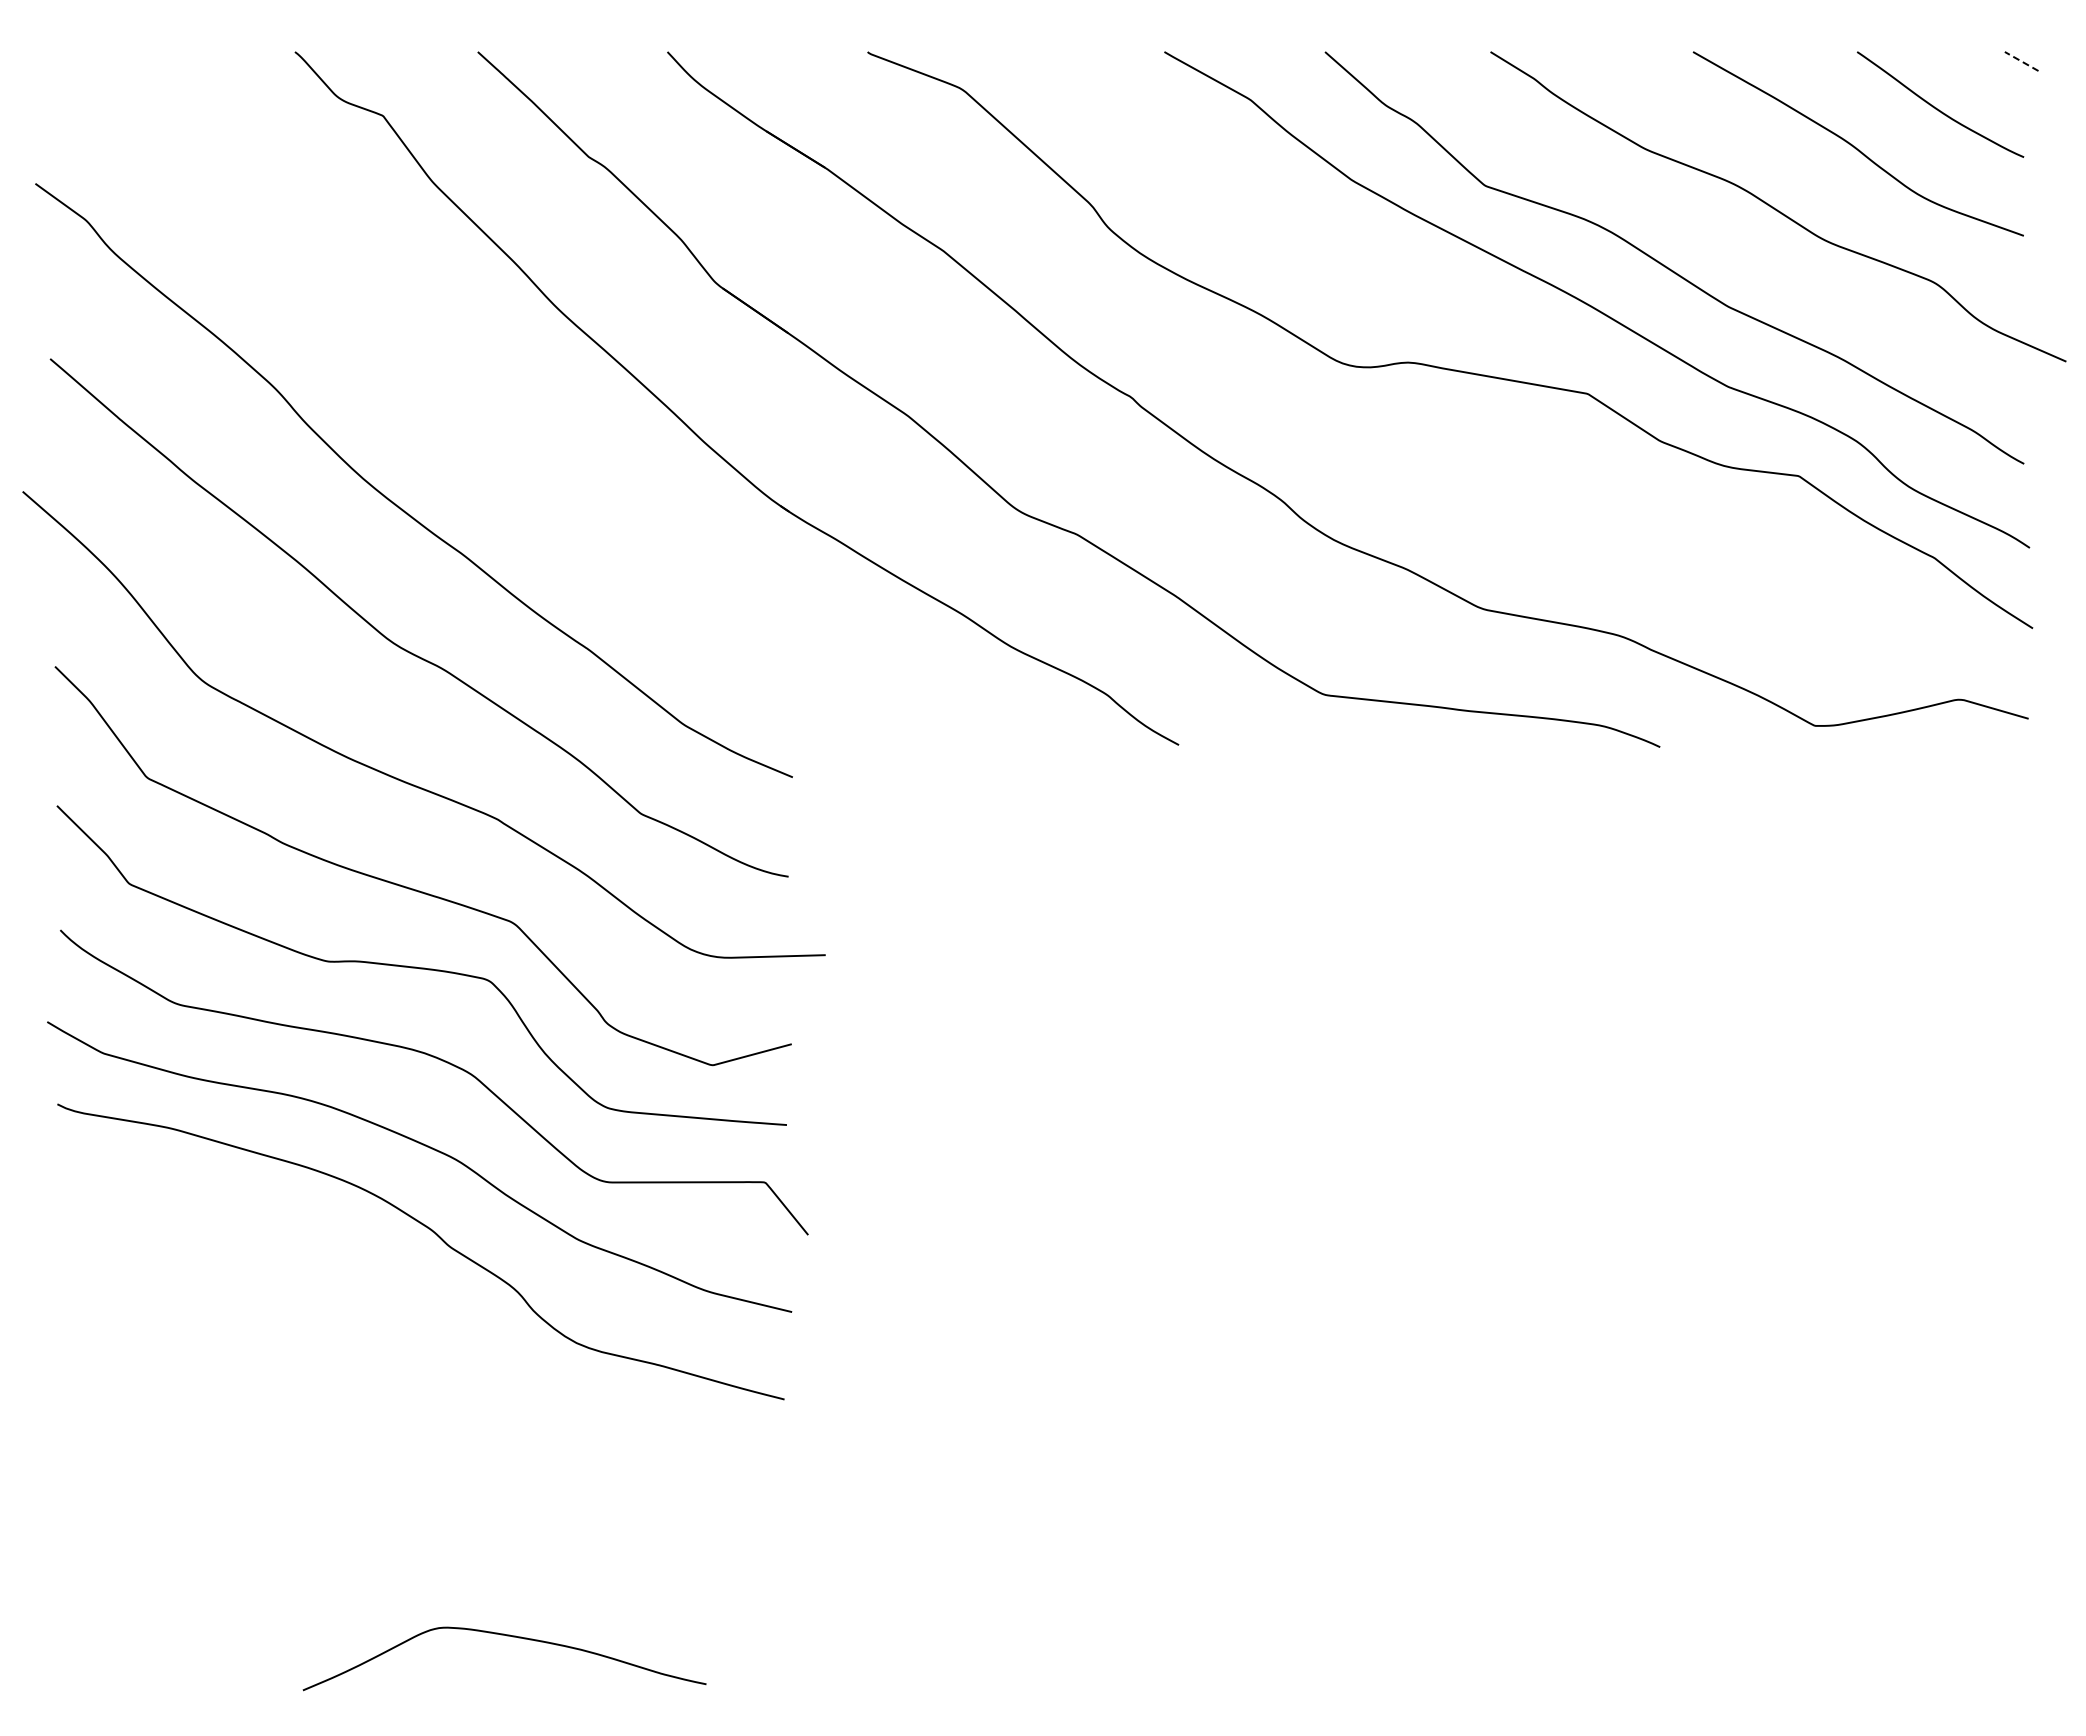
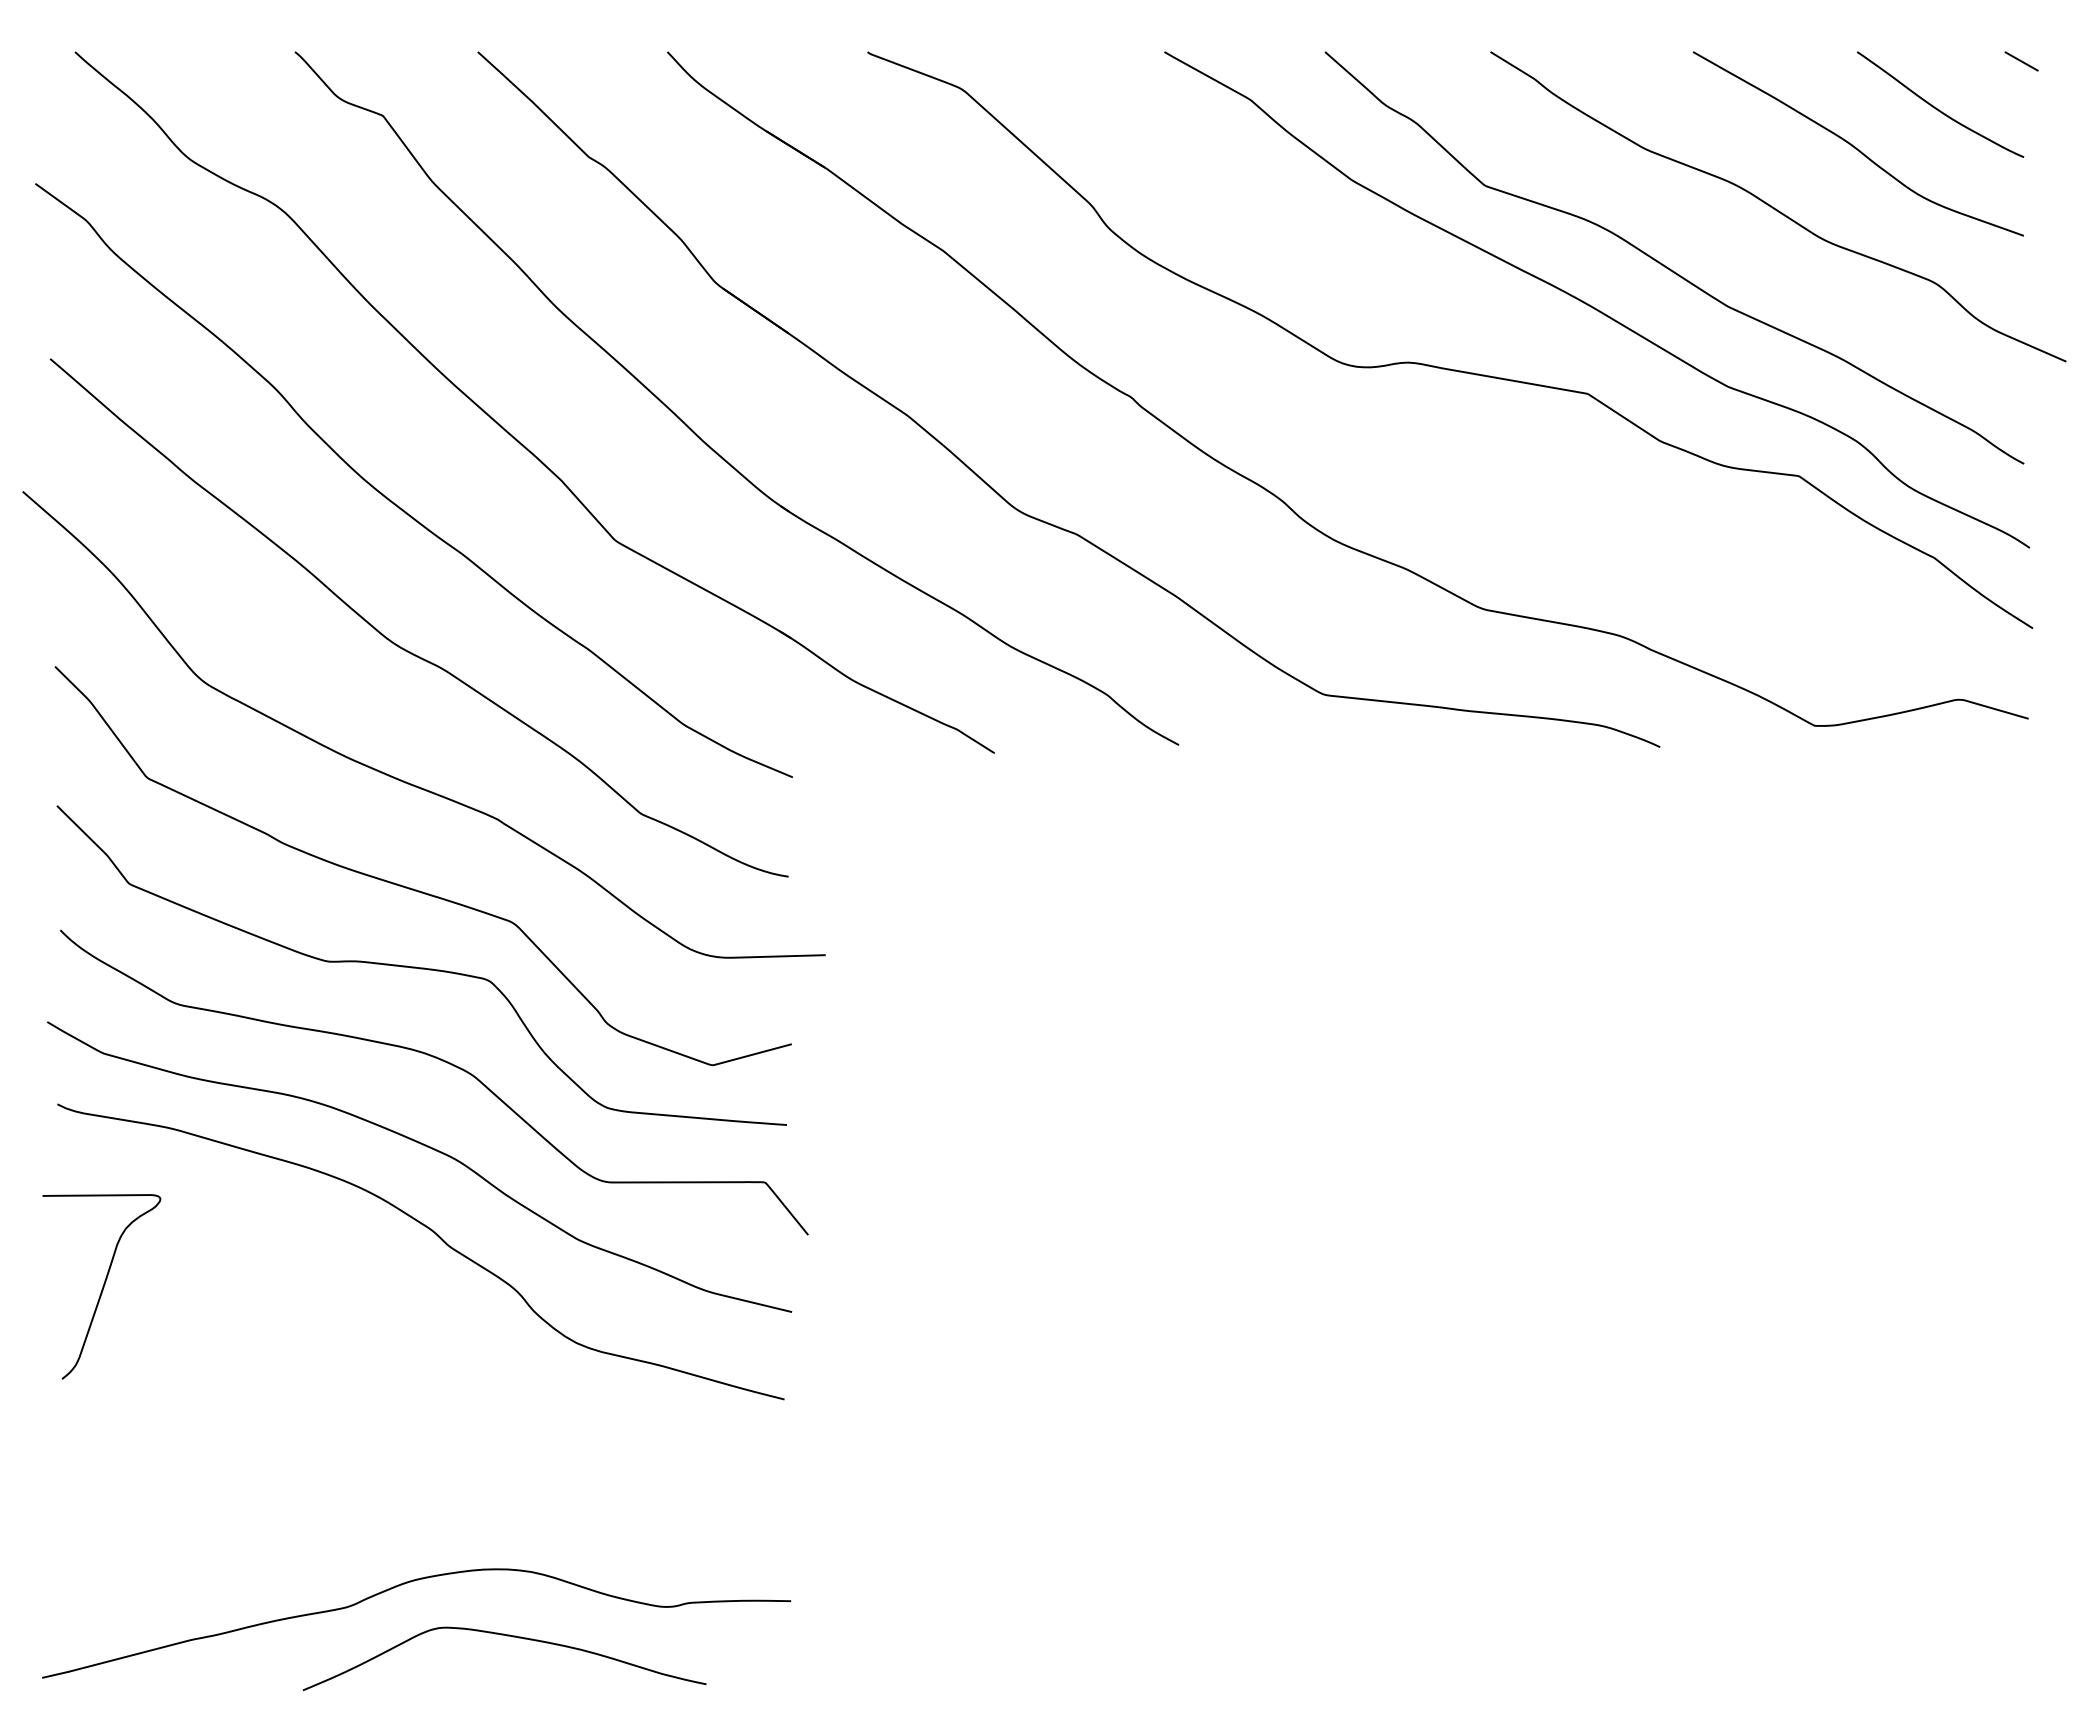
line at (2021, 61): dashed -> solid
part at (507, 430): none -> present
curve at (102, 1286): none -> present
curve at (399, 1586): none -> present
